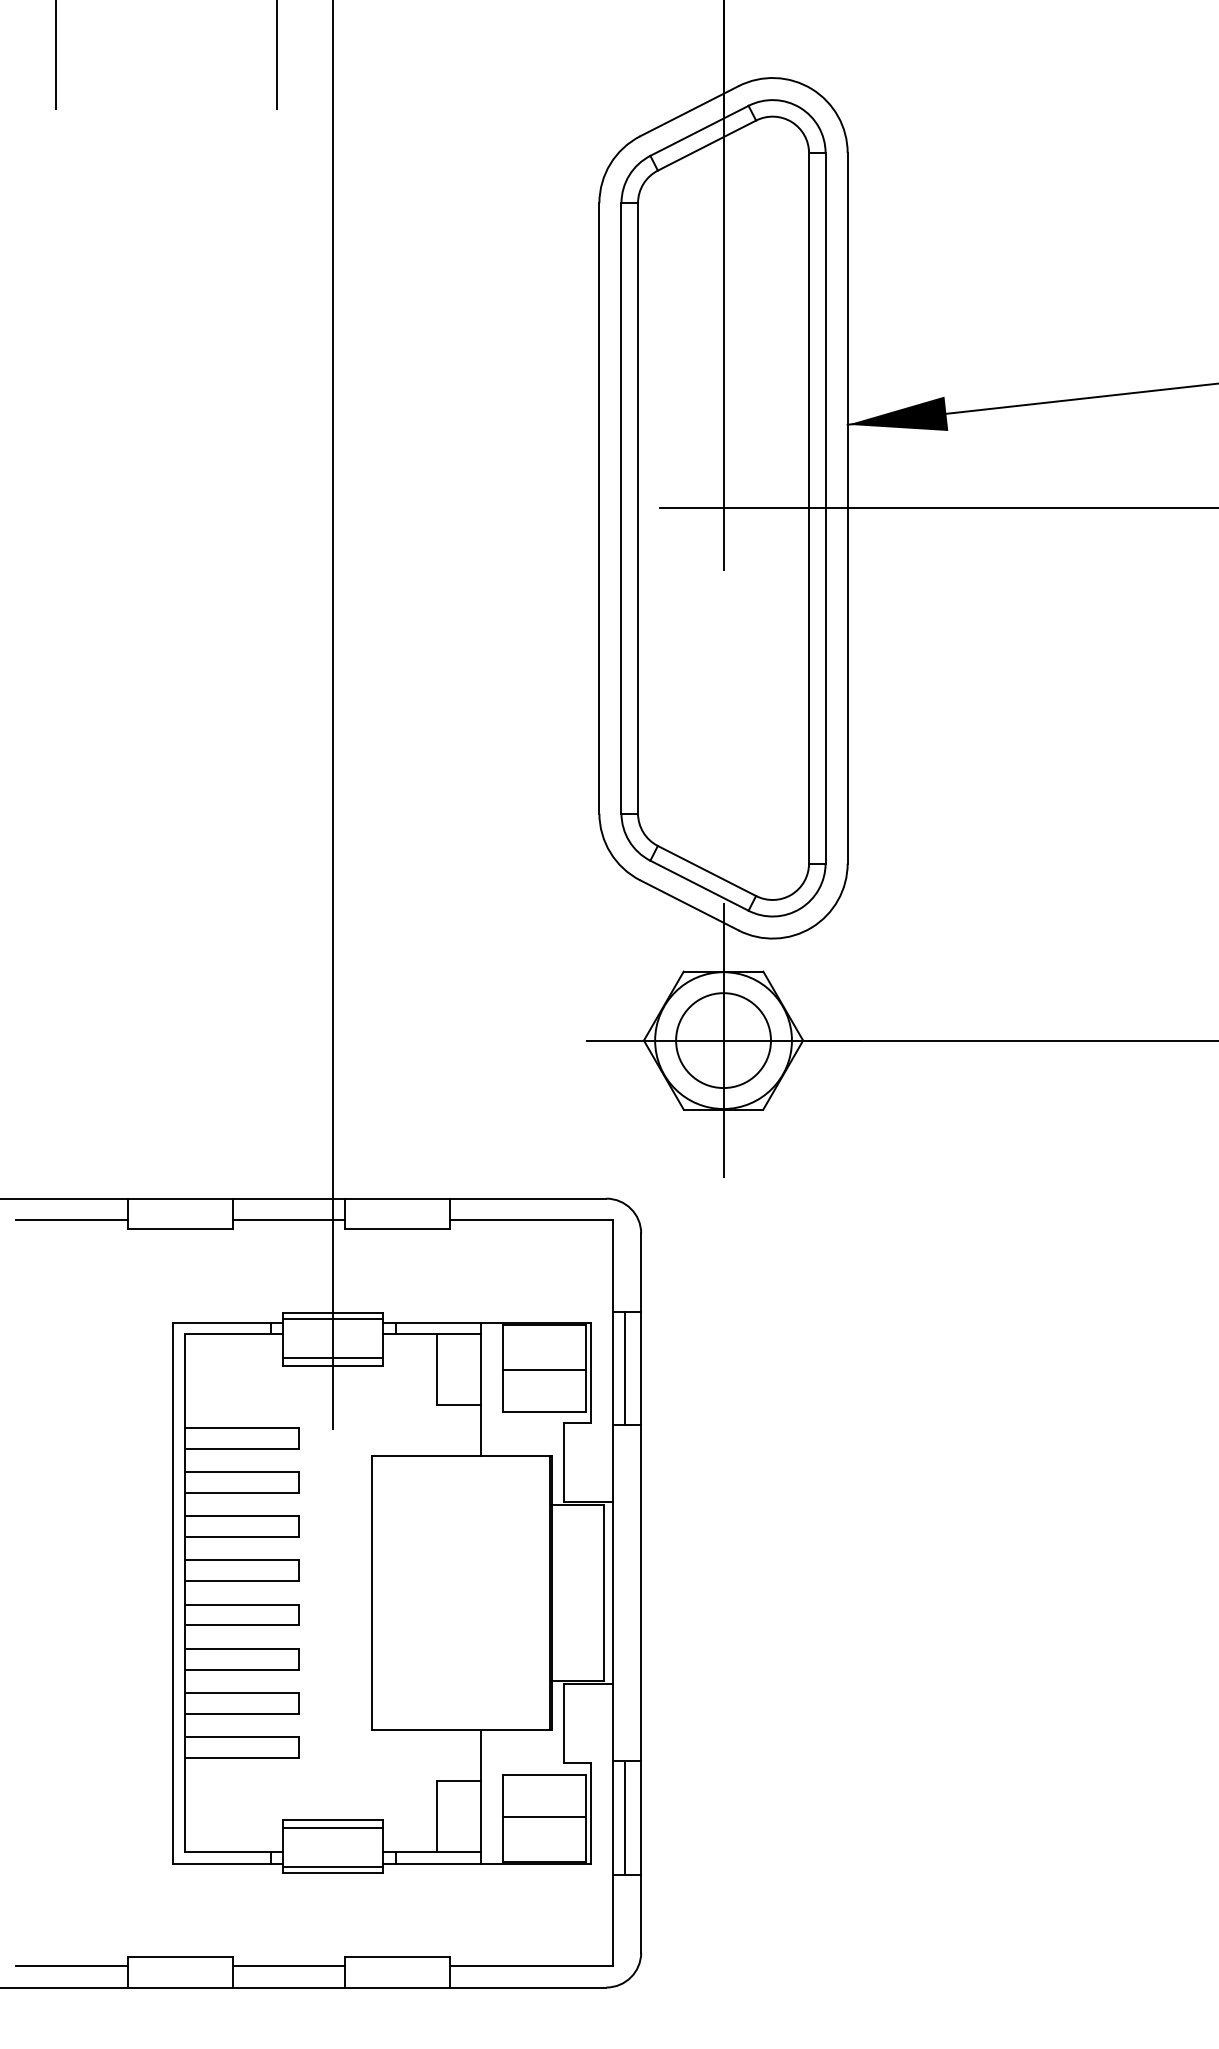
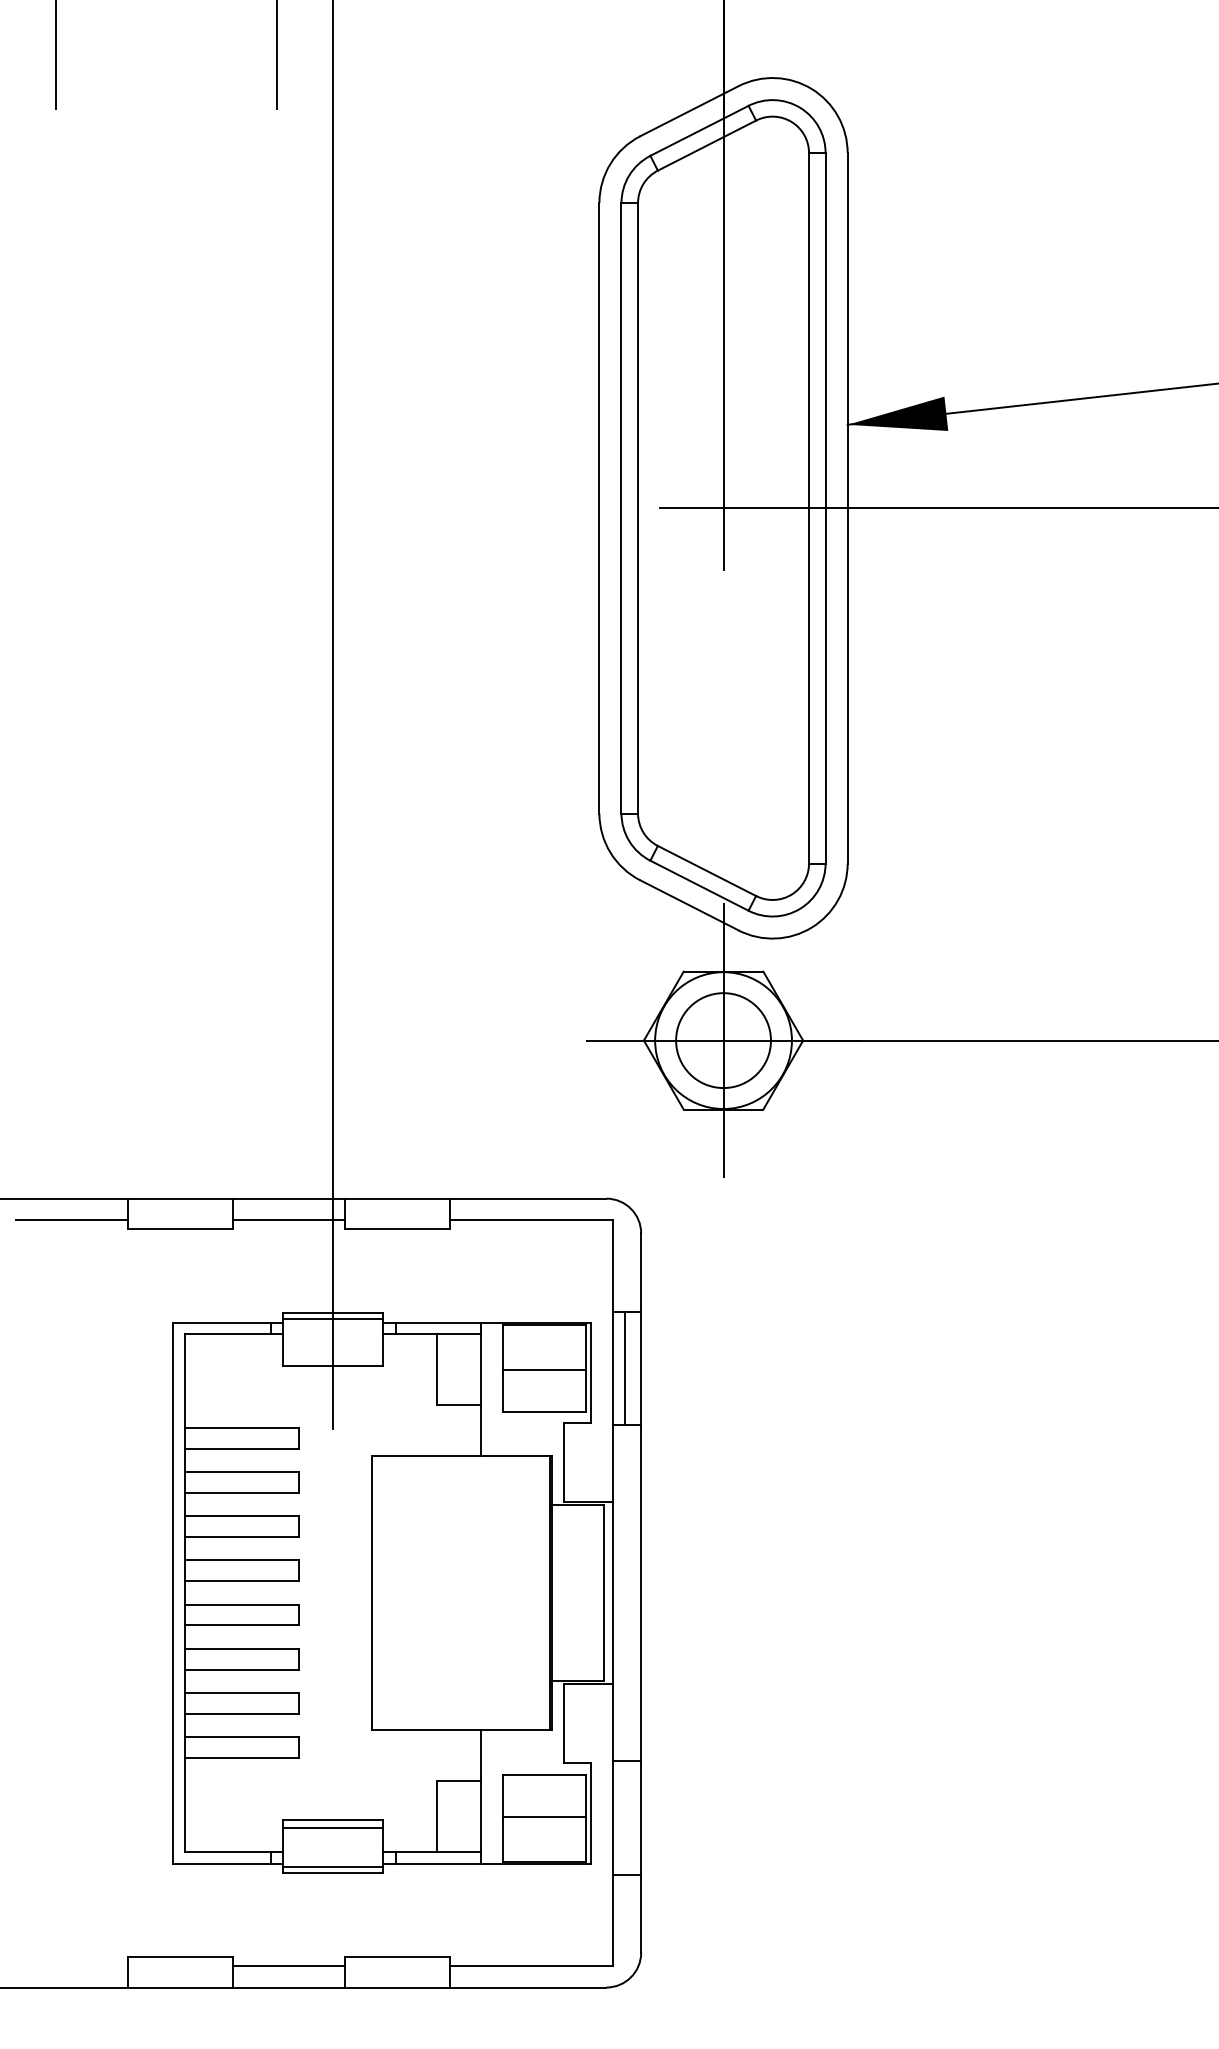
line at (332, 1357): present -> none
line at (624, 1817): present -> none
line at (71, 1965): present -> none
